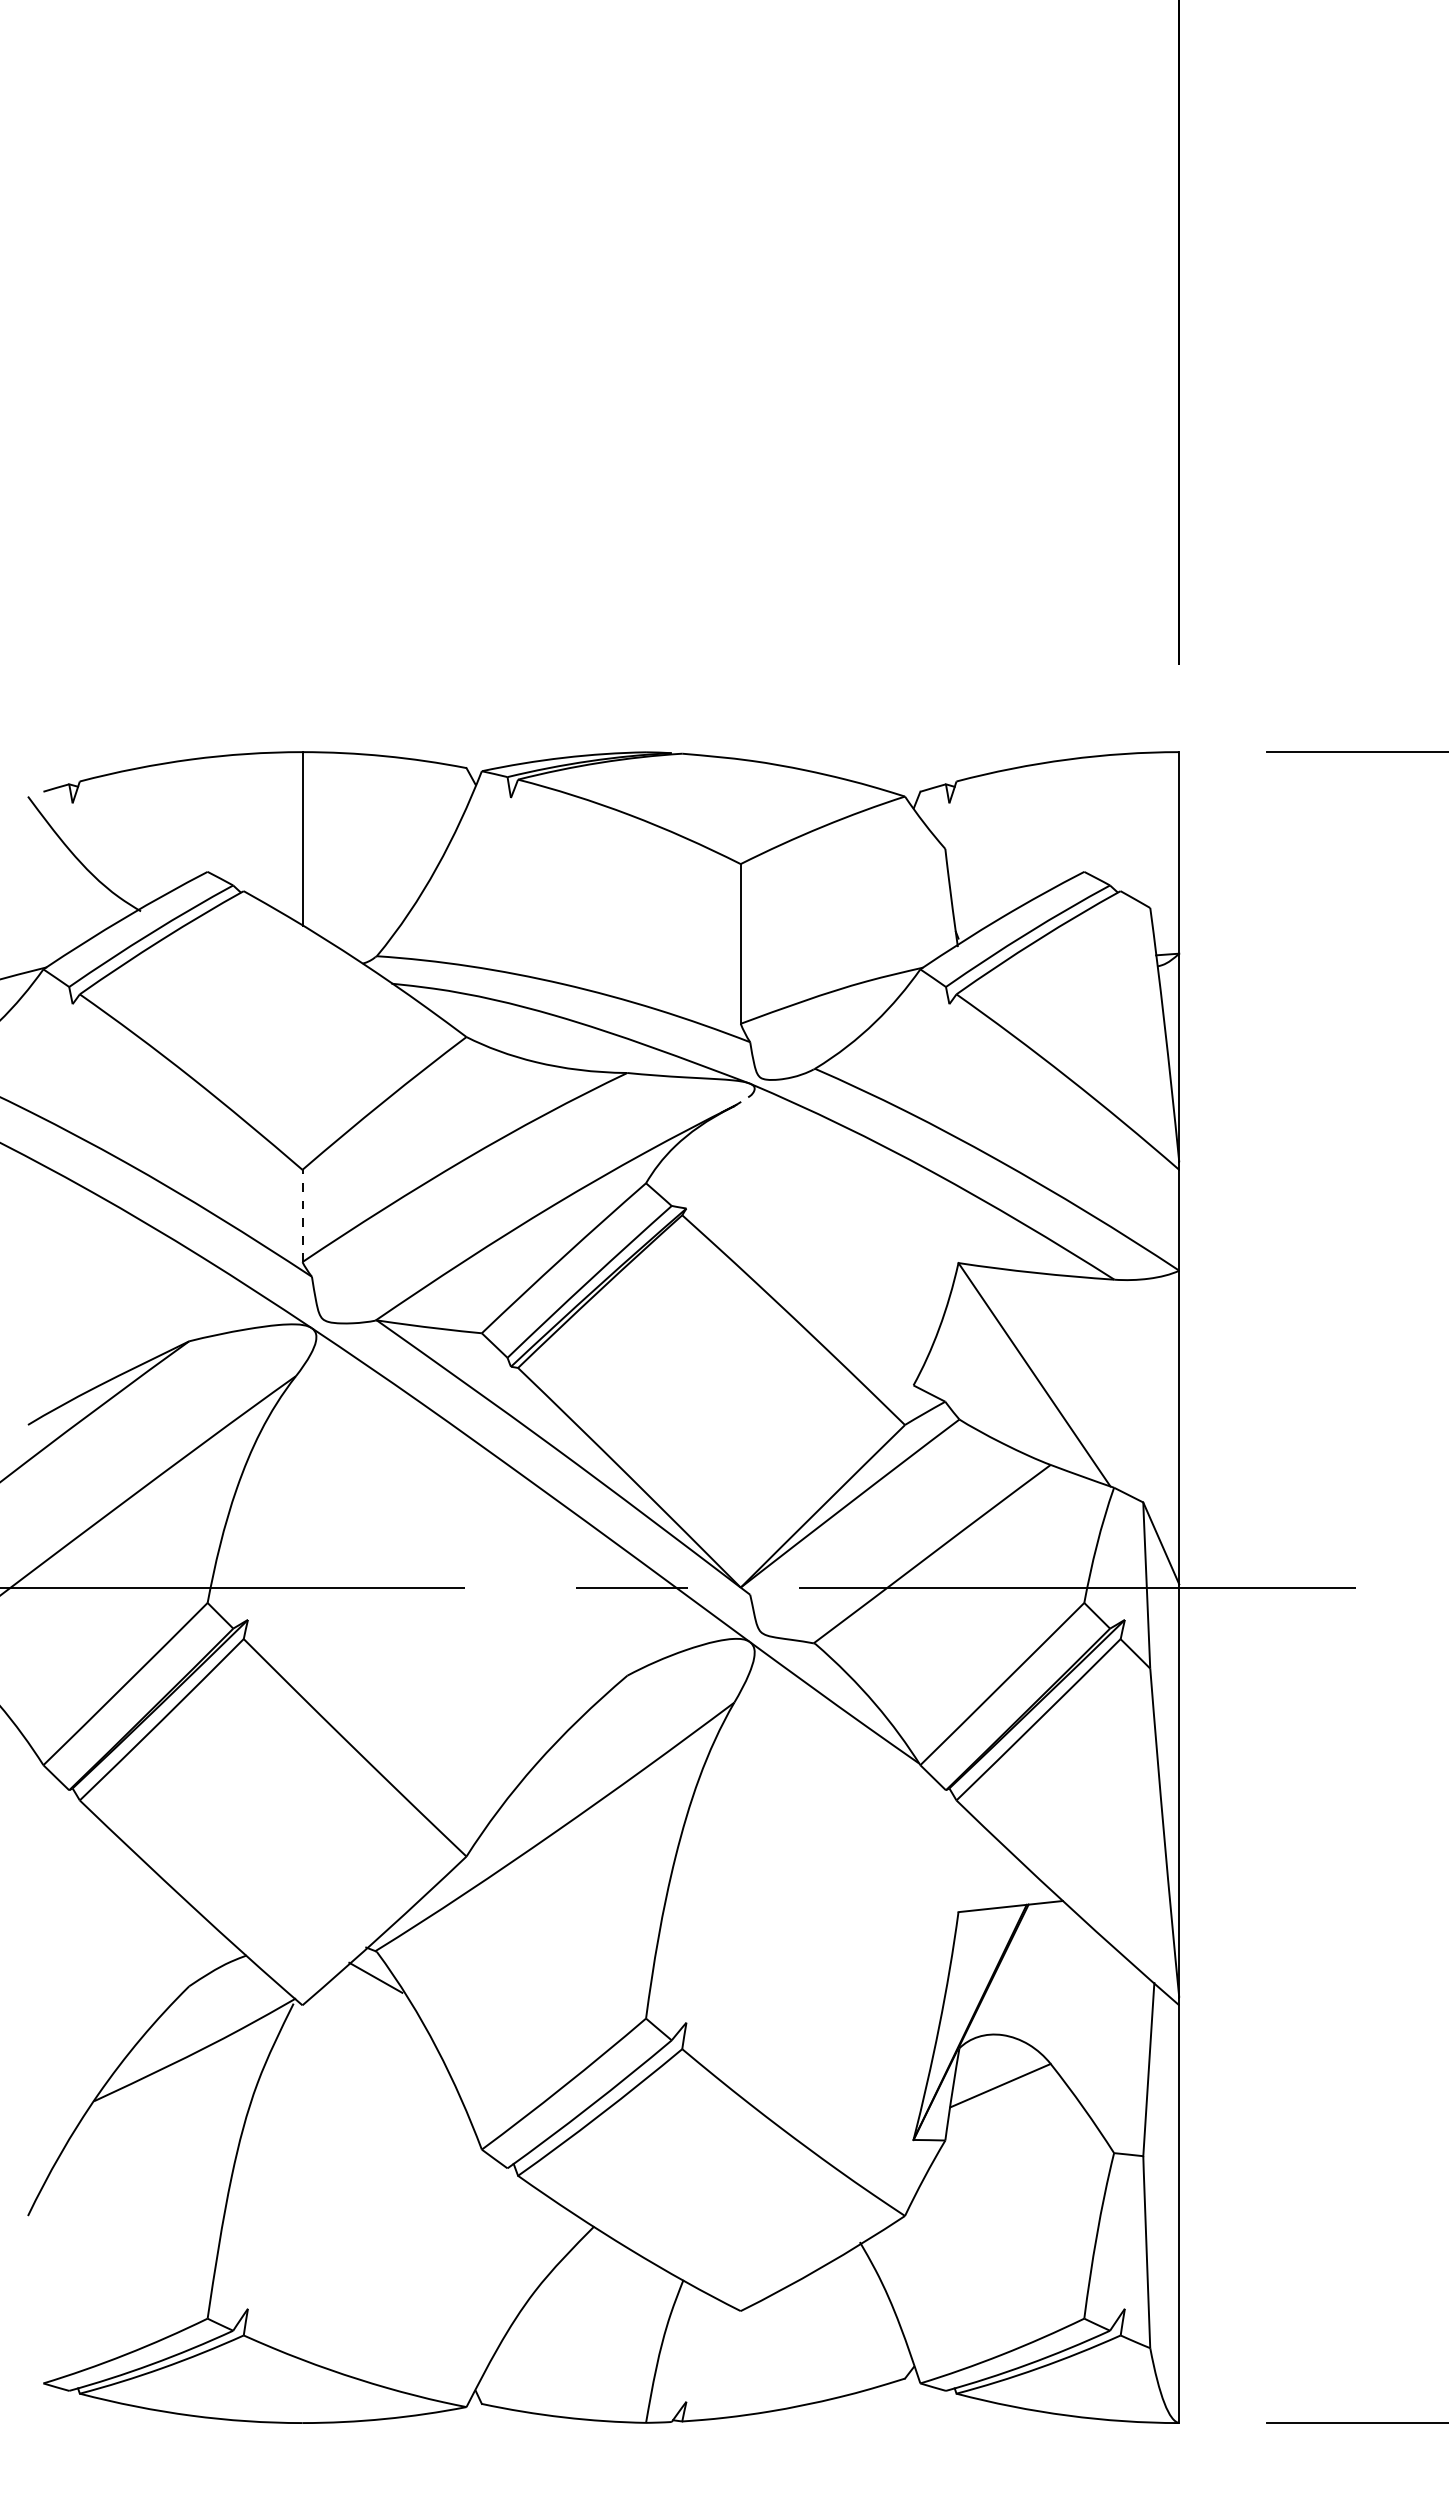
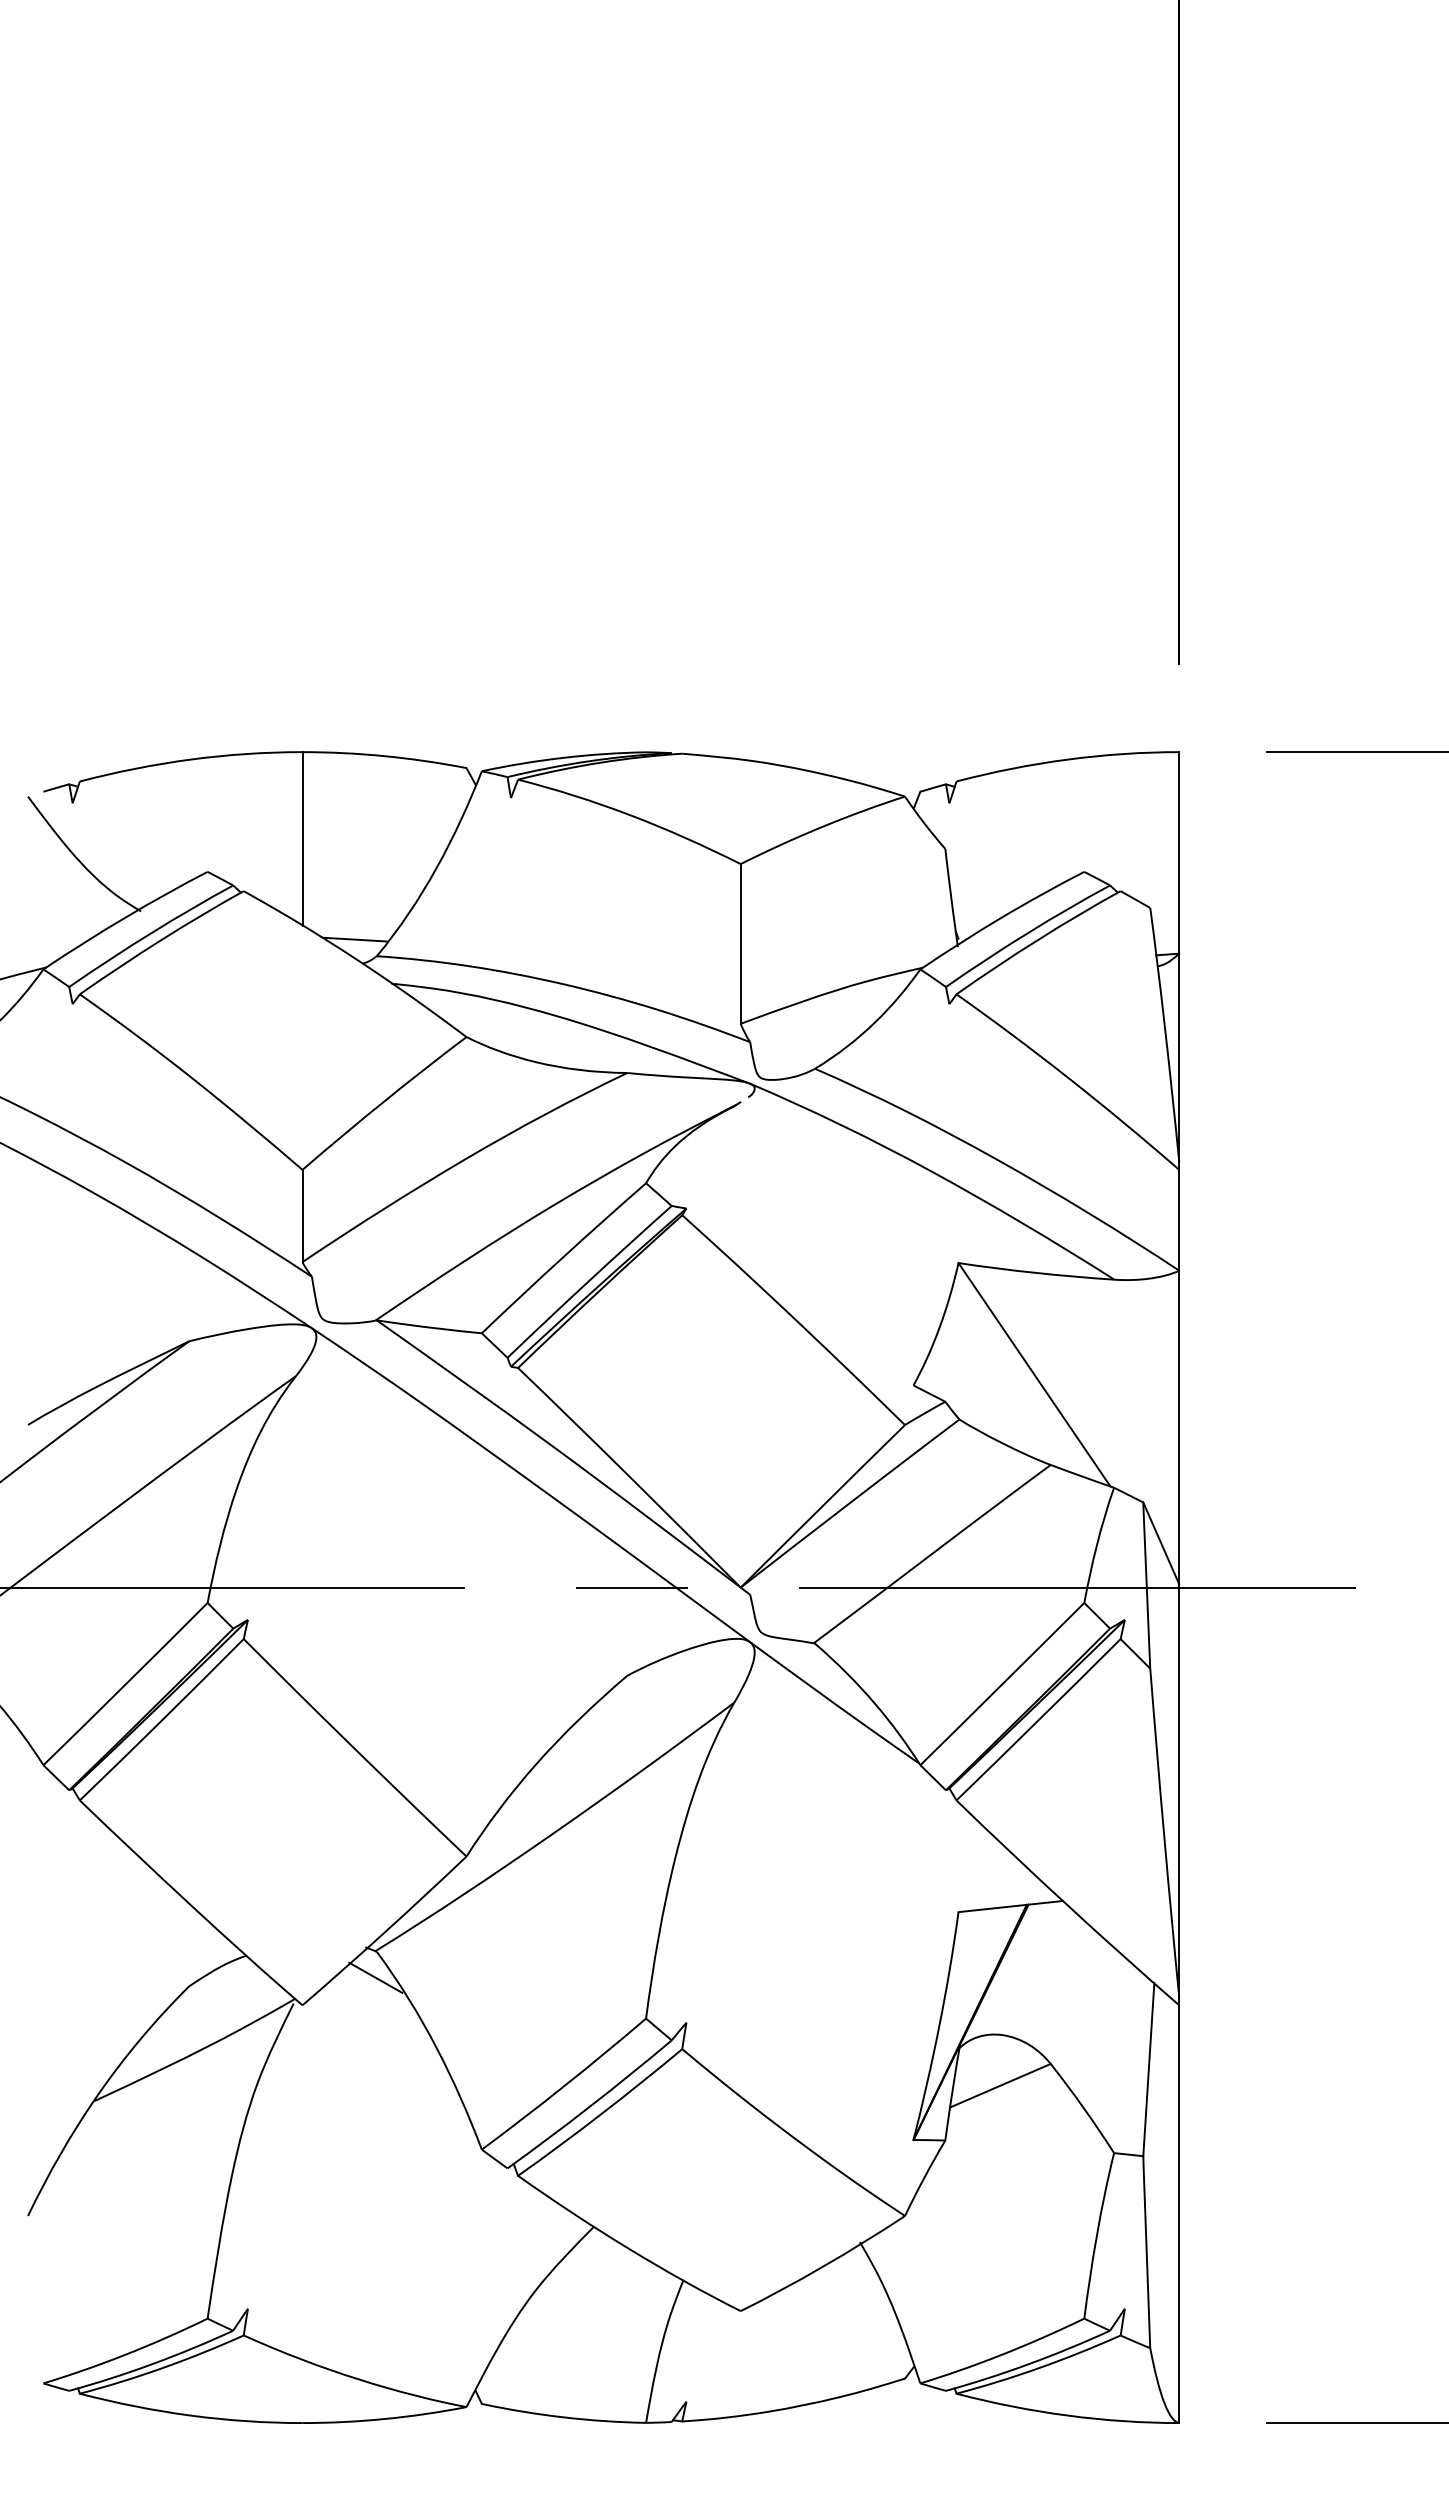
line at (354, 939): none -> present
line at (302, 1215): dashed -> solid
